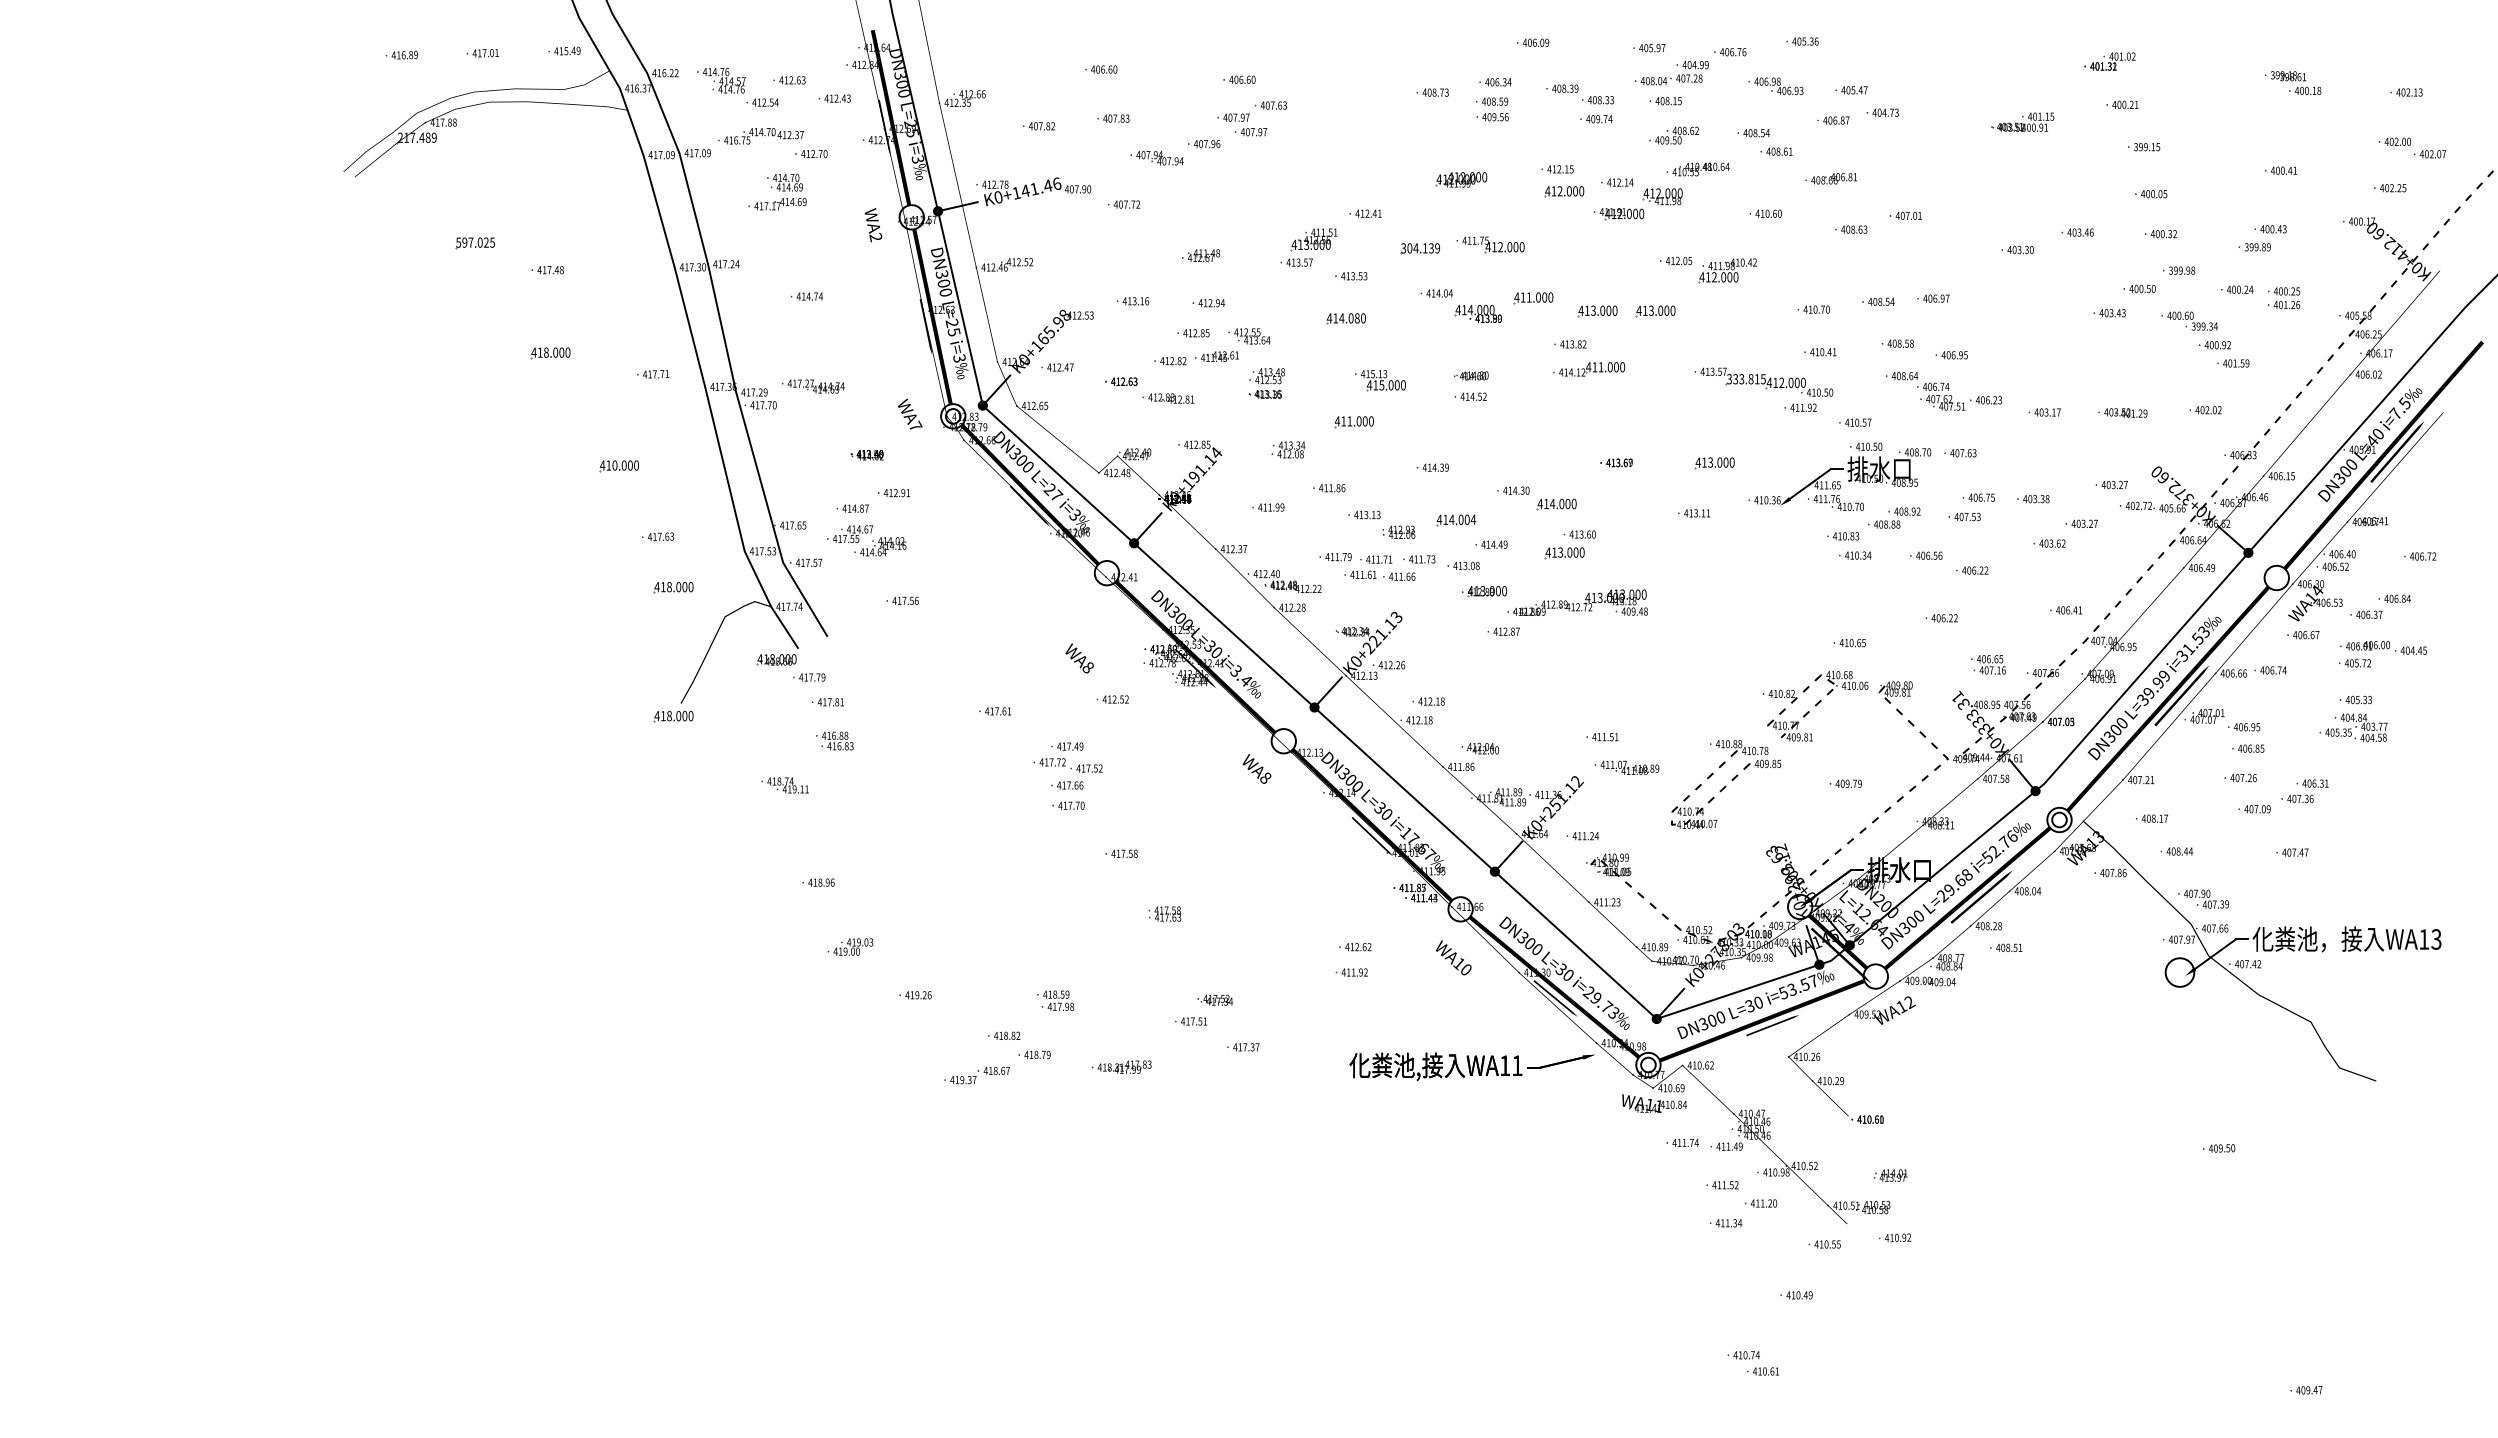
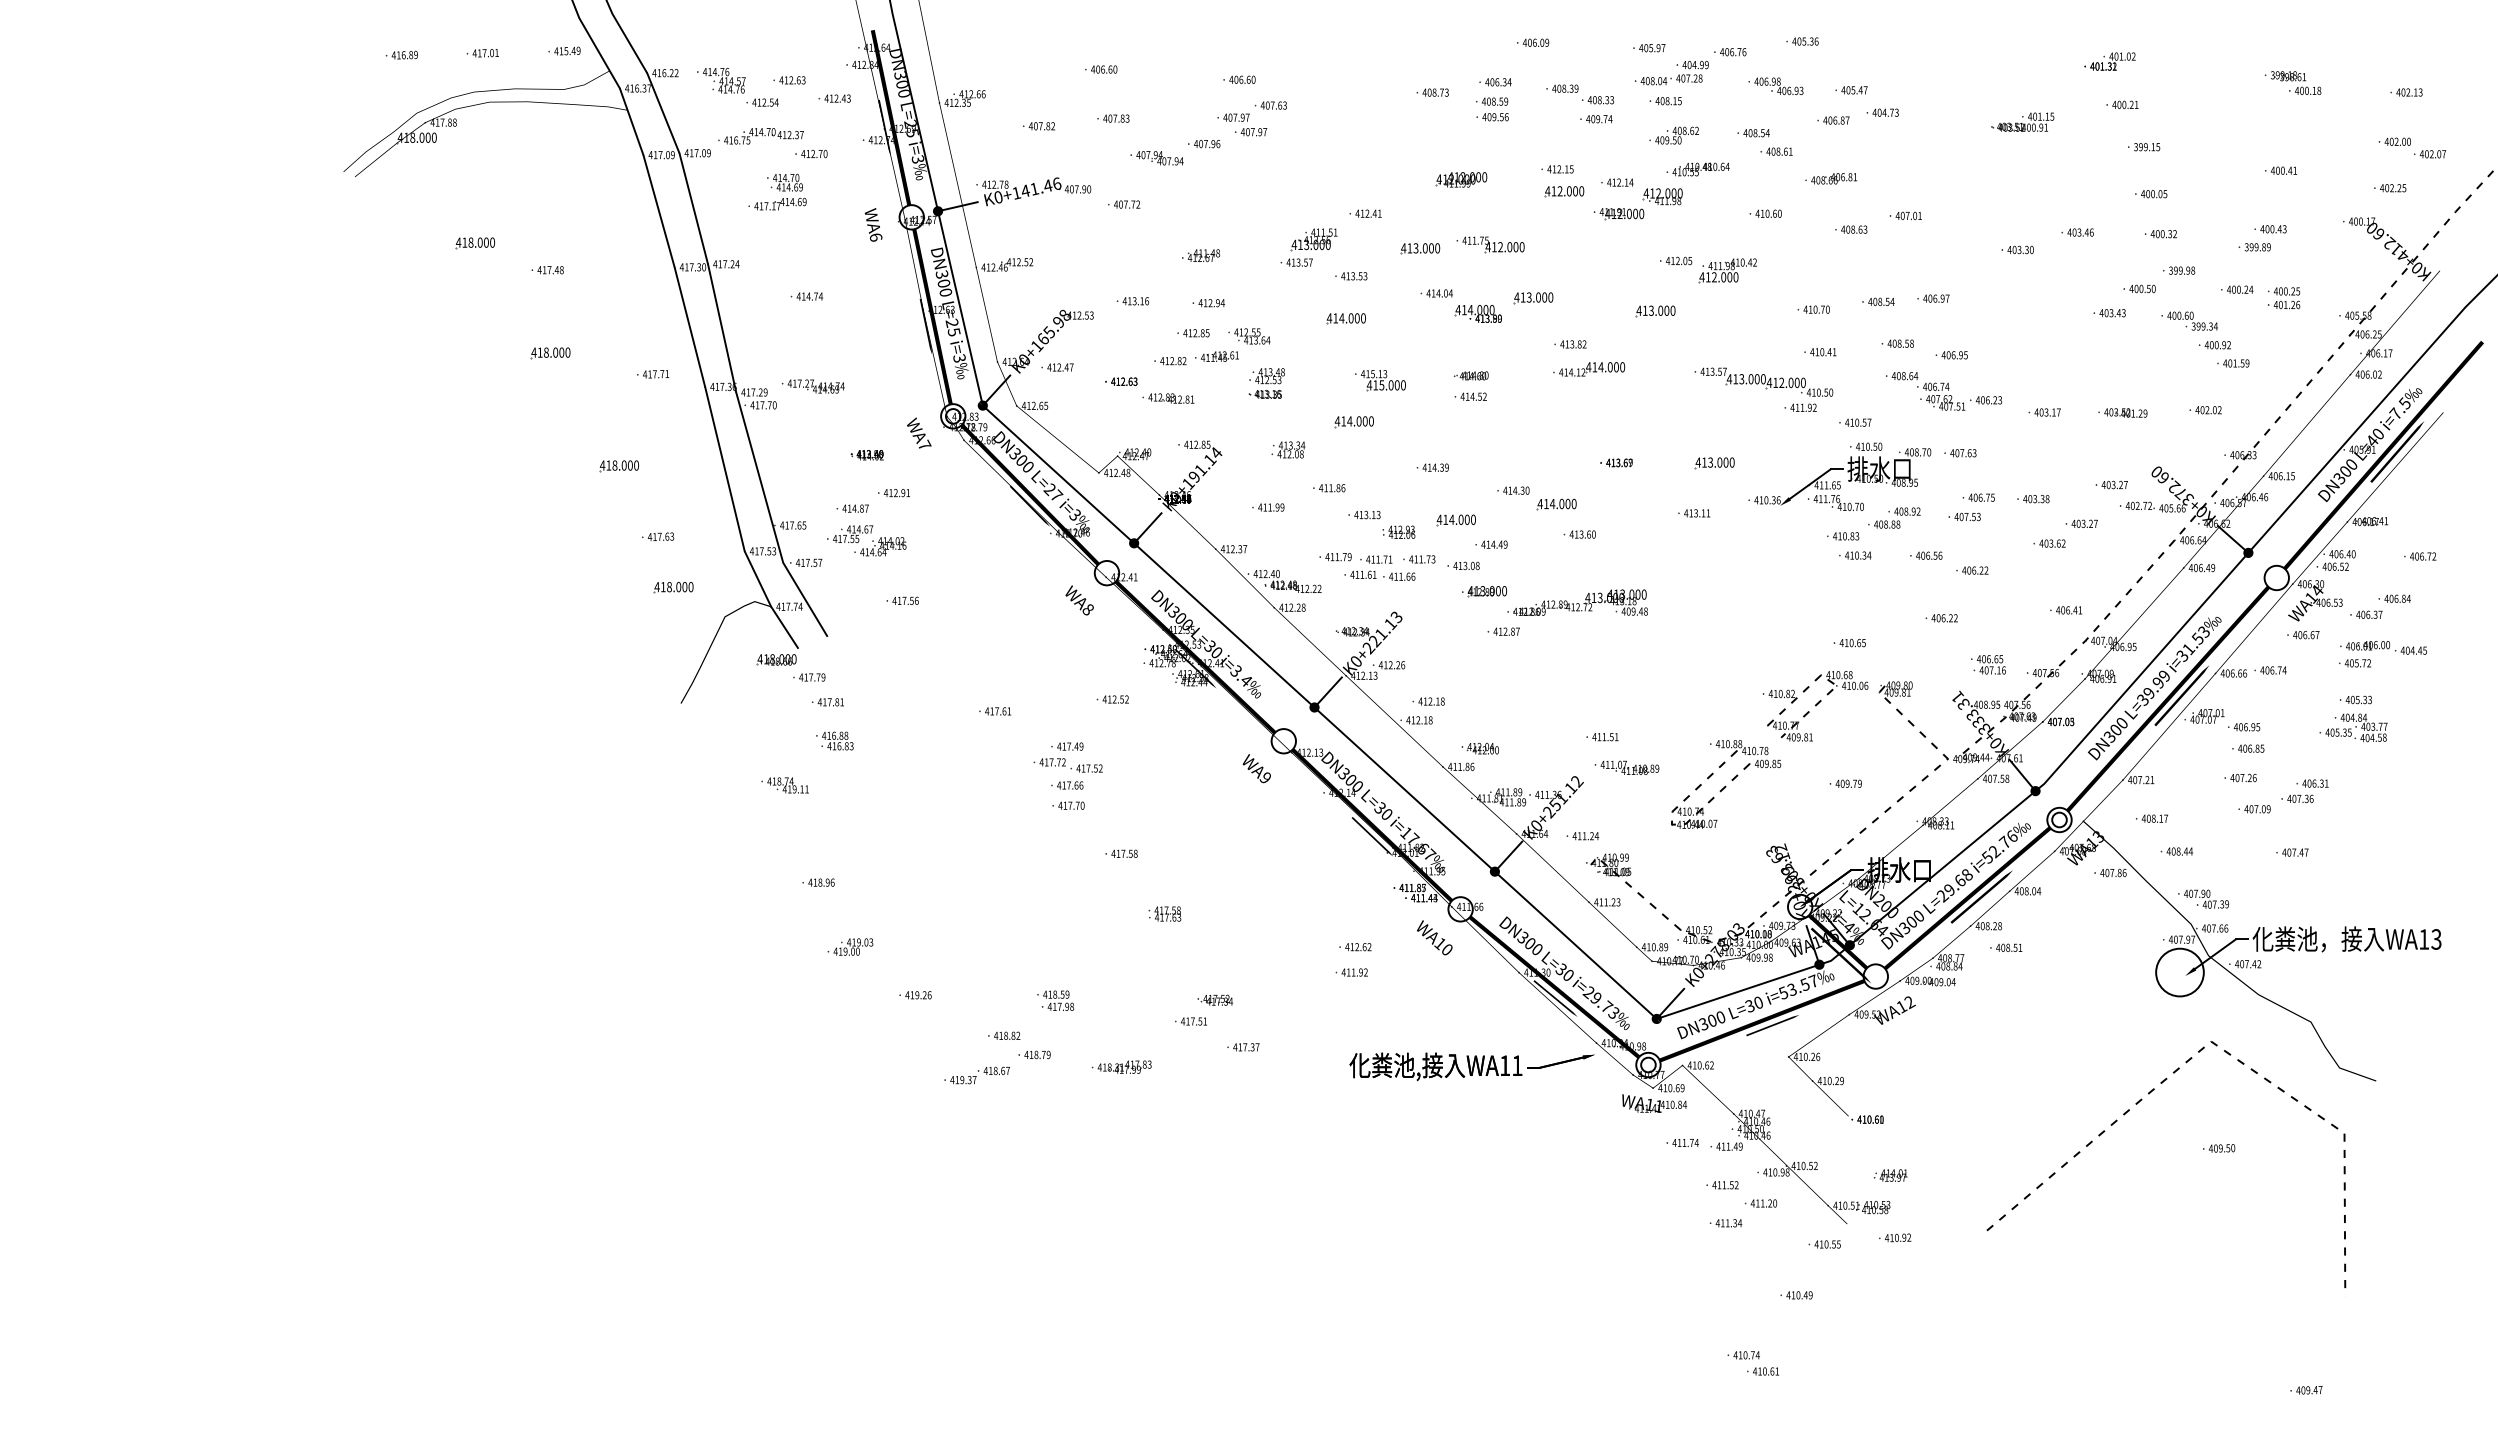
text at (416, 137): 217.489 -> 418.000
text at (875, 237): WA2 -> WA6
text at (475, 242): 597.025 -> 418.000
text at (1420, 248): 304.139 -> 413.000
text at (1528, 297): 411.000 -> 413.000
part at (1597, 311): present -> none
text at (1356, 318): 414.080 -> 414.000
text at (1600, 367): 411.000 -> 414.000
text at (1745, 379): 333.815 -> 413.000
text at (910, 413) position: (910, 413) -> (919, 432)
text at (1349, 421): 411.000 -> 414.000
text at (614, 465): 410.000 -> 418.000
text at (1473, 519): 414.004 -> 414.000
part at (1564, 553): present -> none
text at (1079, 658) position: (1079, 658) -> (1079, 600)
part at (673, 716): present -> none
text at (1265, 777): WA8 -> WA9
text at (1453, 957) position: (1453, 957) -> (1434, 937)
circle at (2179, 972) diameter: 29 px -> 48 px
line at (2124, 1115): none -> present
